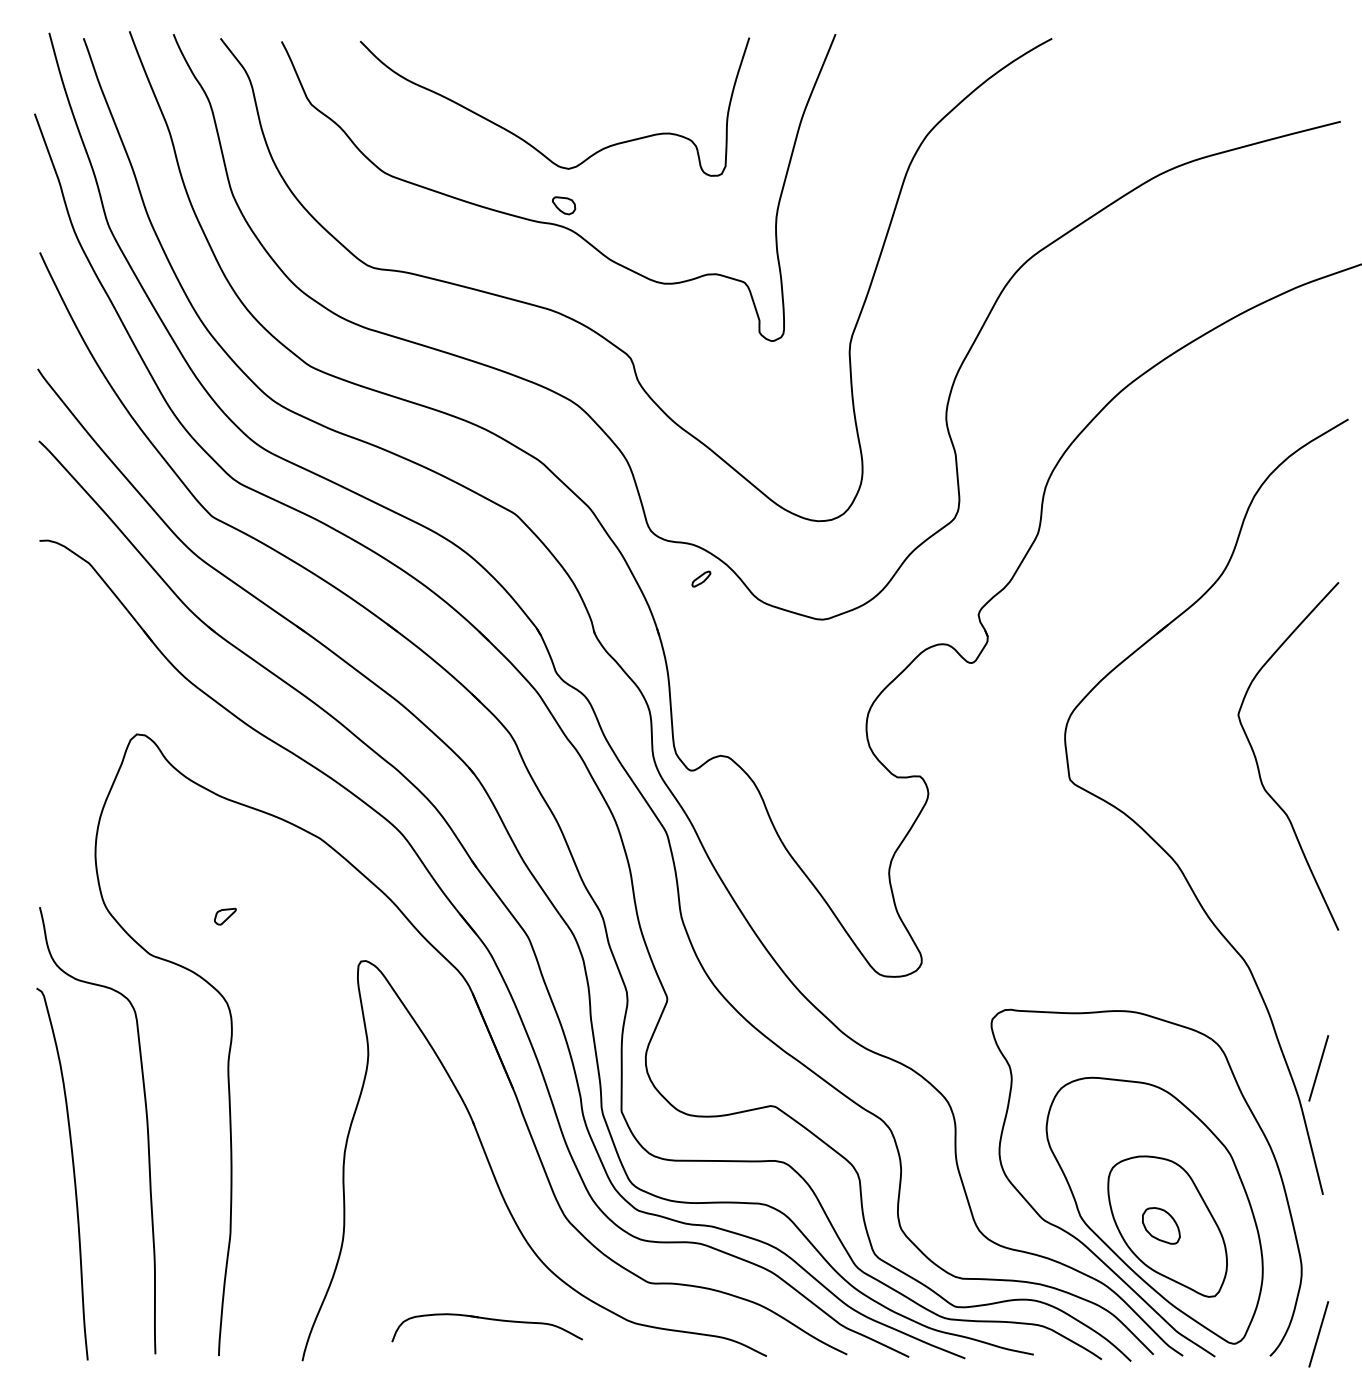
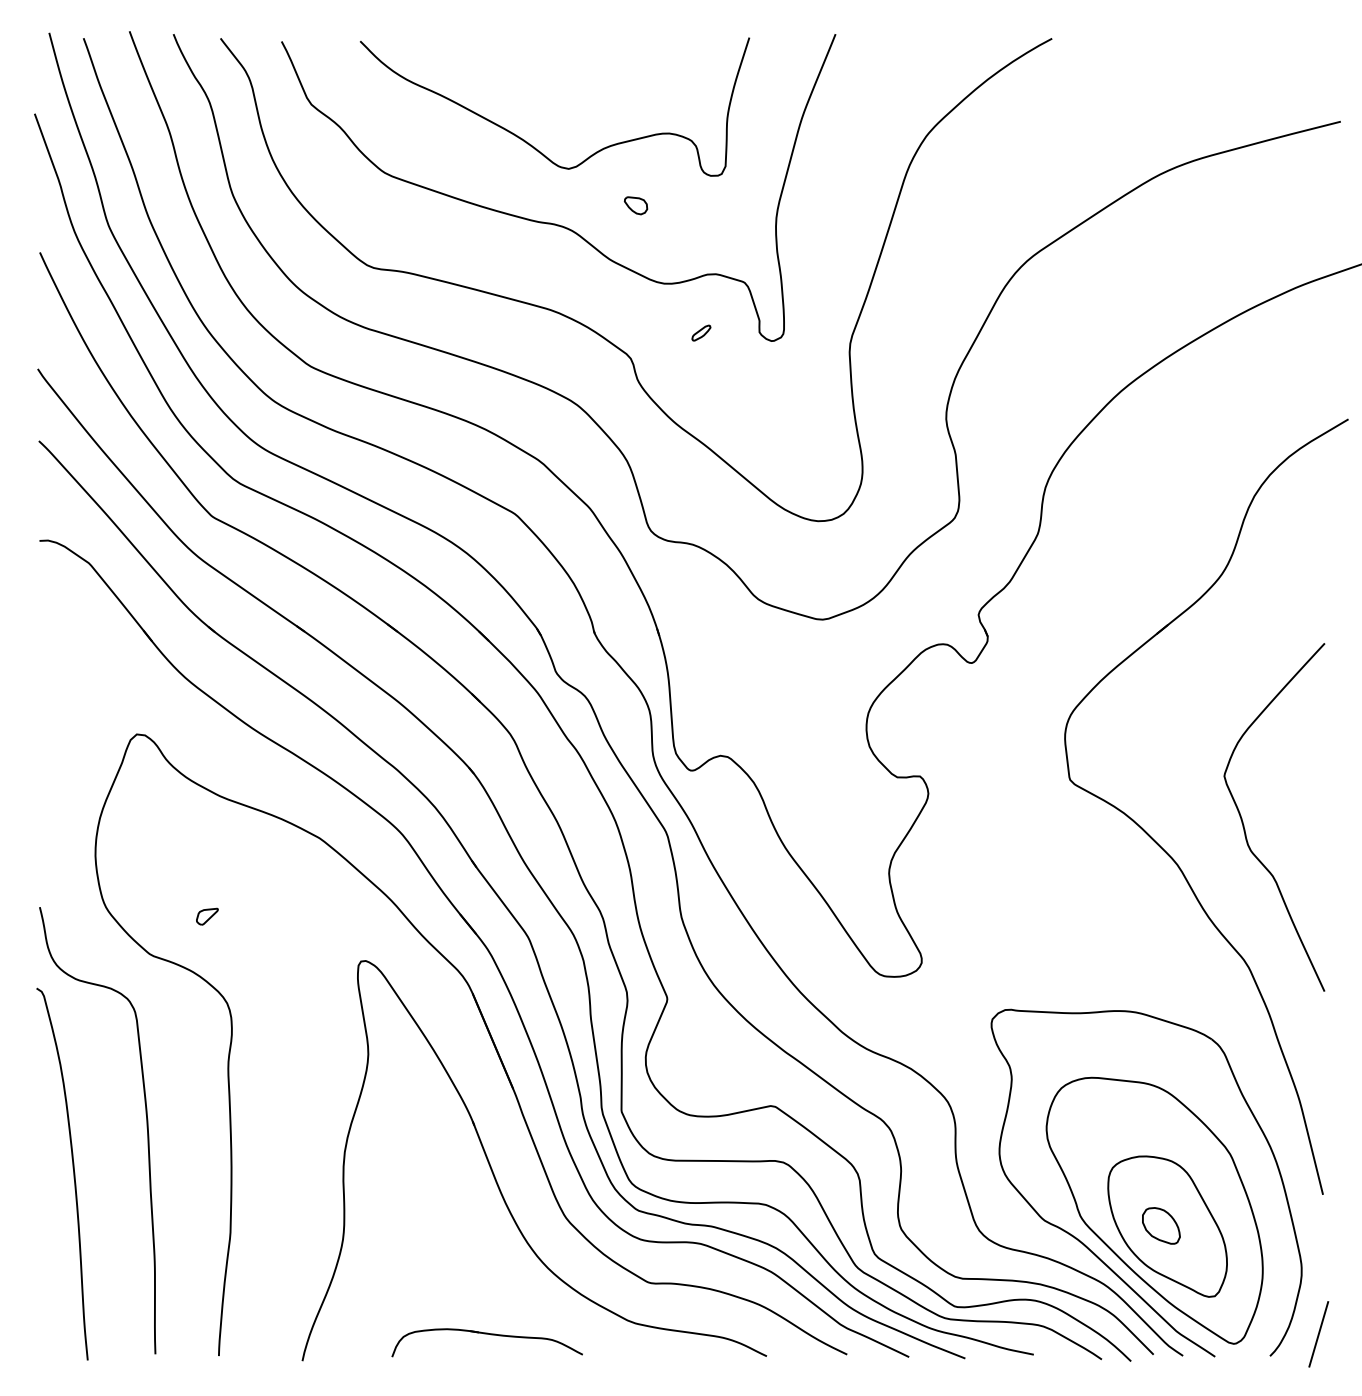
part at (563, 205) position: (563, 205) -> (635, 205)
part at (701, 578) position: (701, 578) -> (701, 332)
curve at (1258, 764) position: (1258, 764) -> (1244, 825)
part at (225, 916) position: (225, 916) -> (207, 916)
line at (1318, 1068): present -> none
part at (486, 1319) position: (486, 1319) -> (486, 1334)
